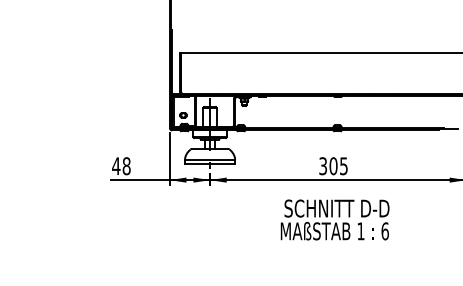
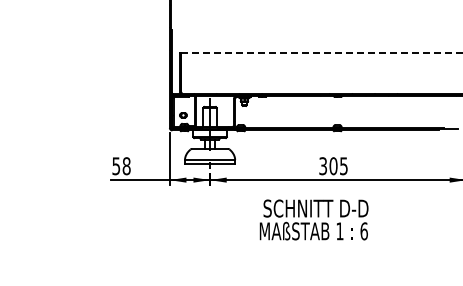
line at (322, 52): solid -> dashed
text at (116, 166): 48 -> 58
text at (334, 219) position: (334, 219) -> (313, 219)
